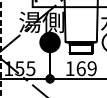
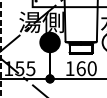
text at (91, 68): 169 -> 160
